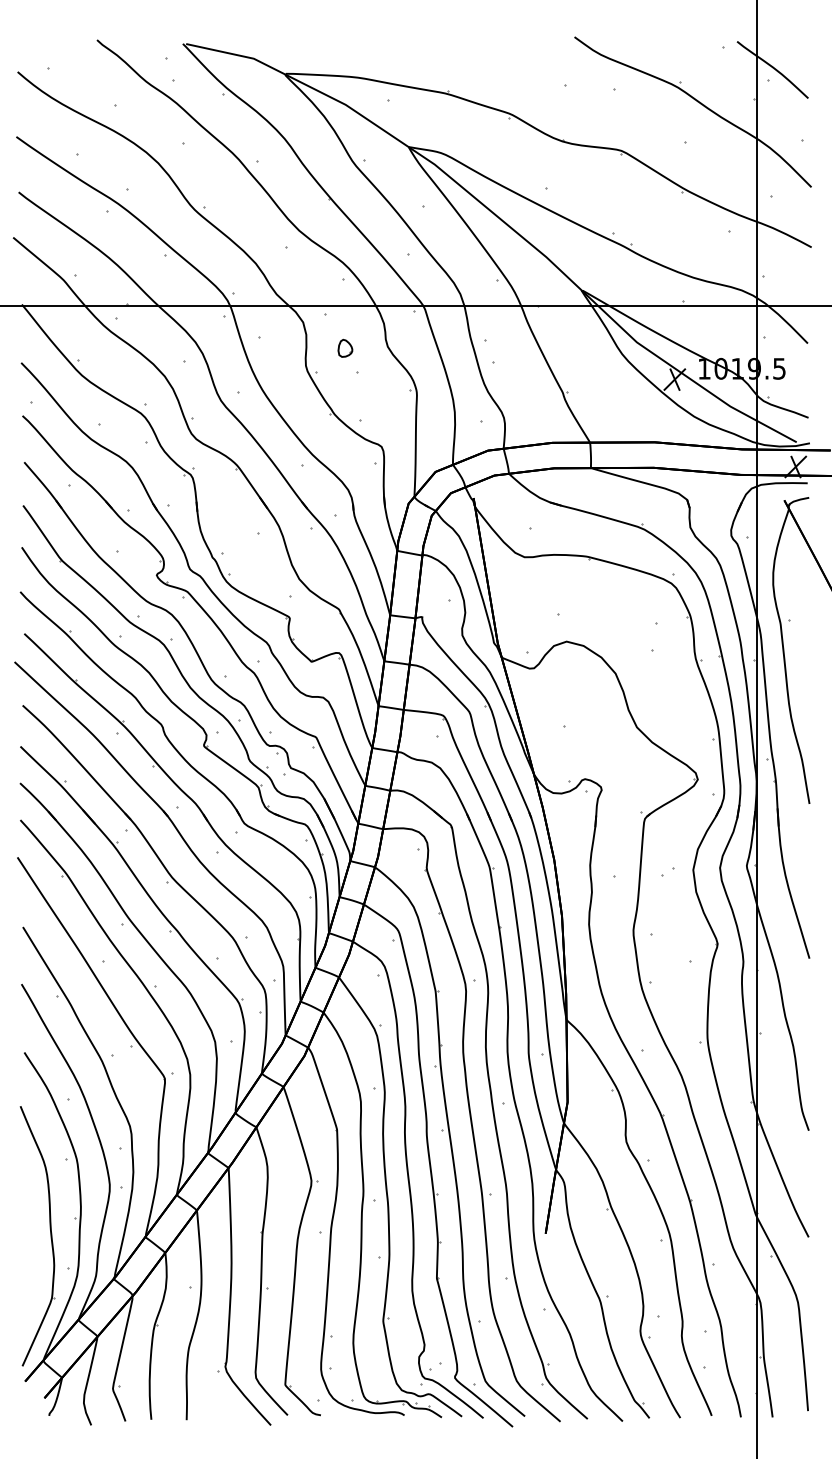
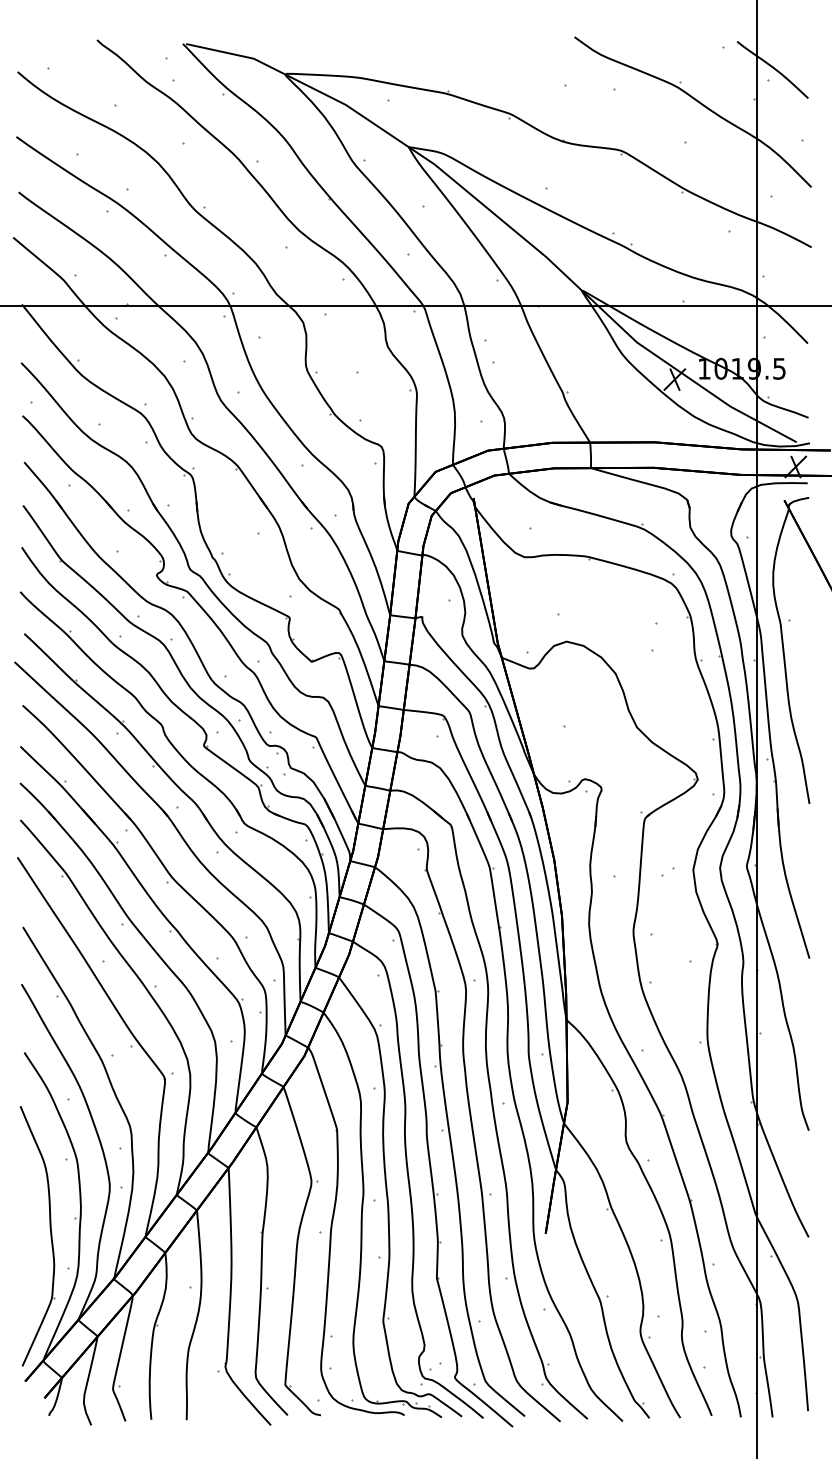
part at (345, 347): present -> none
